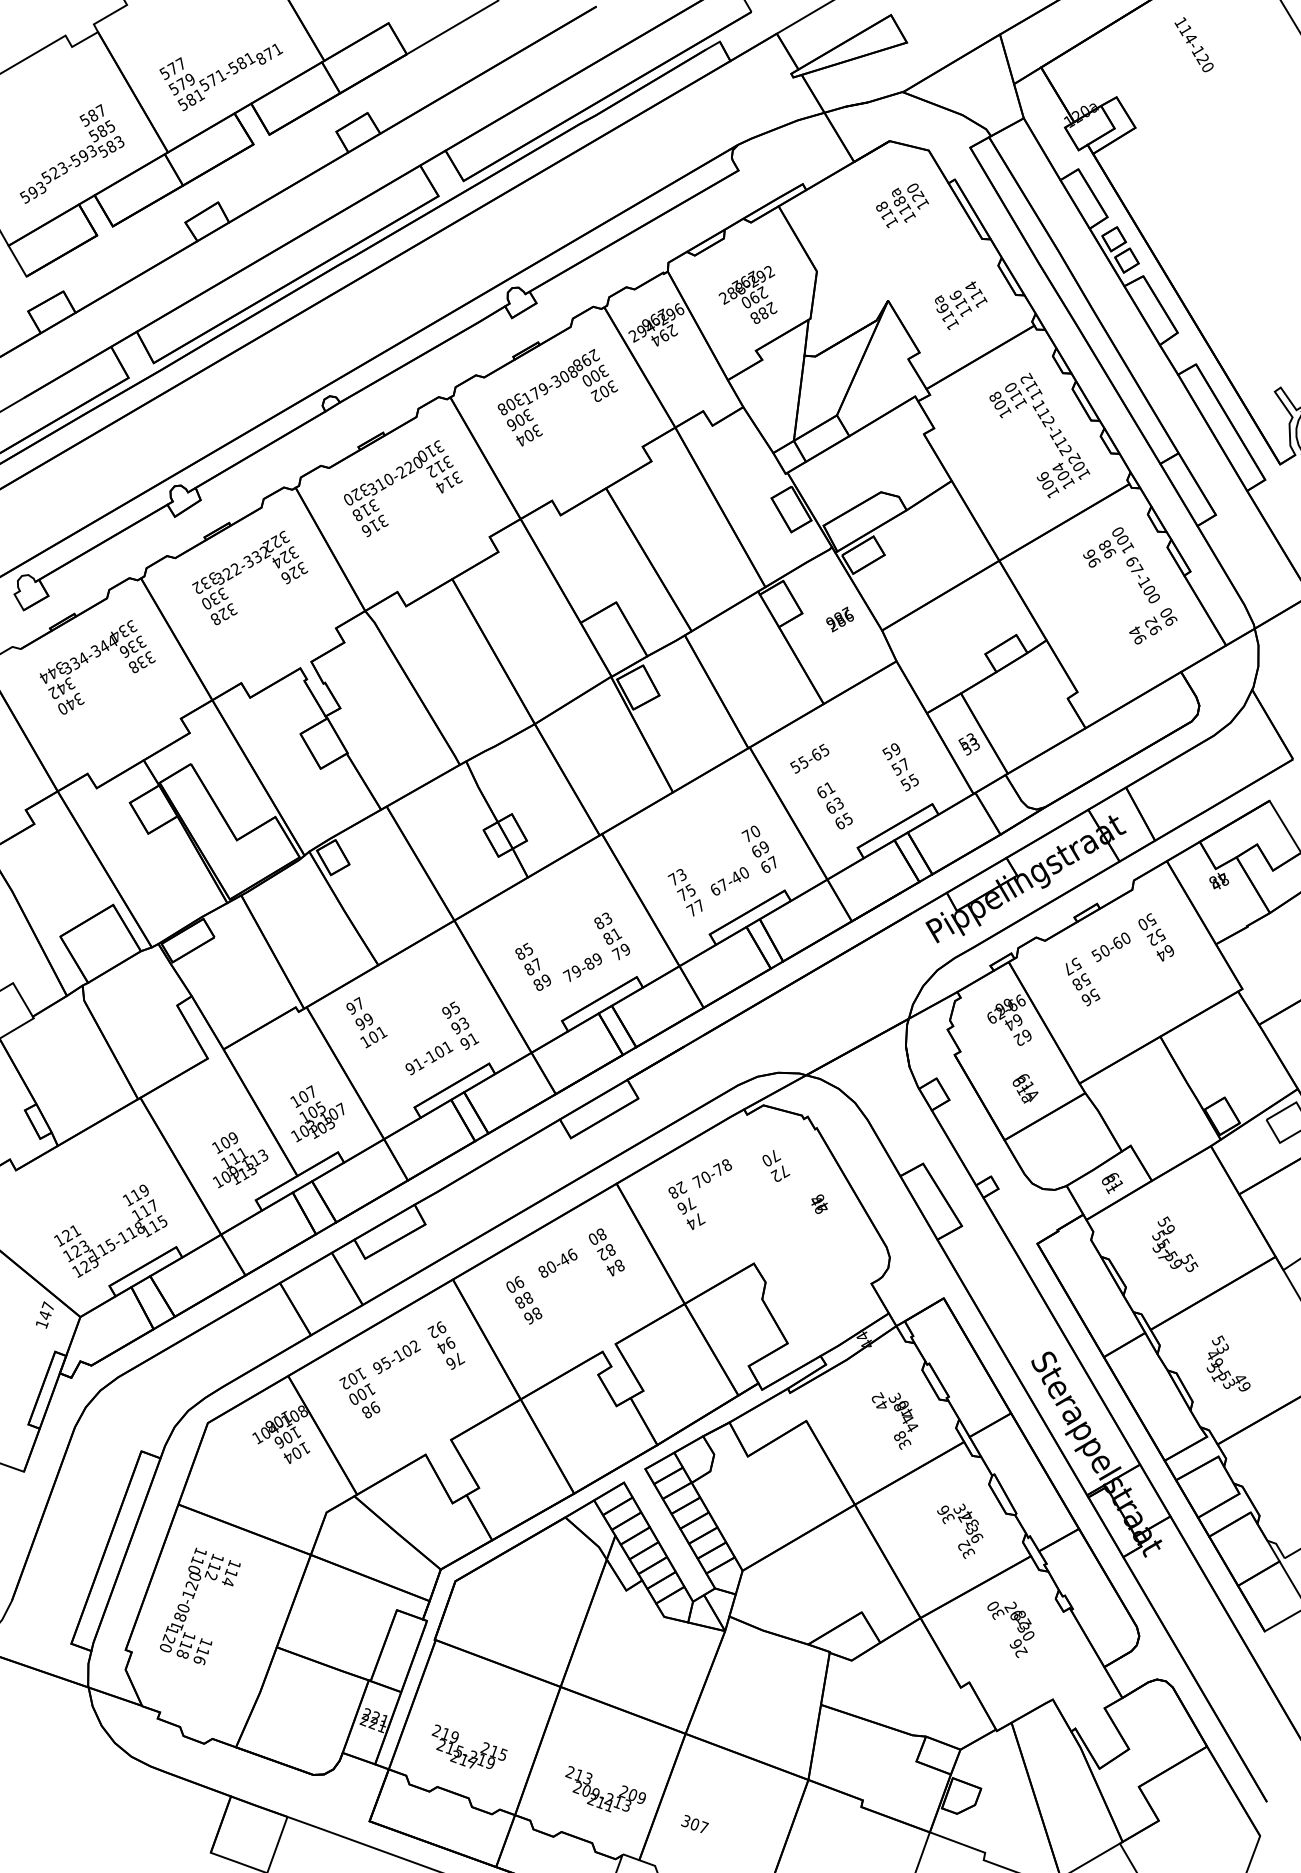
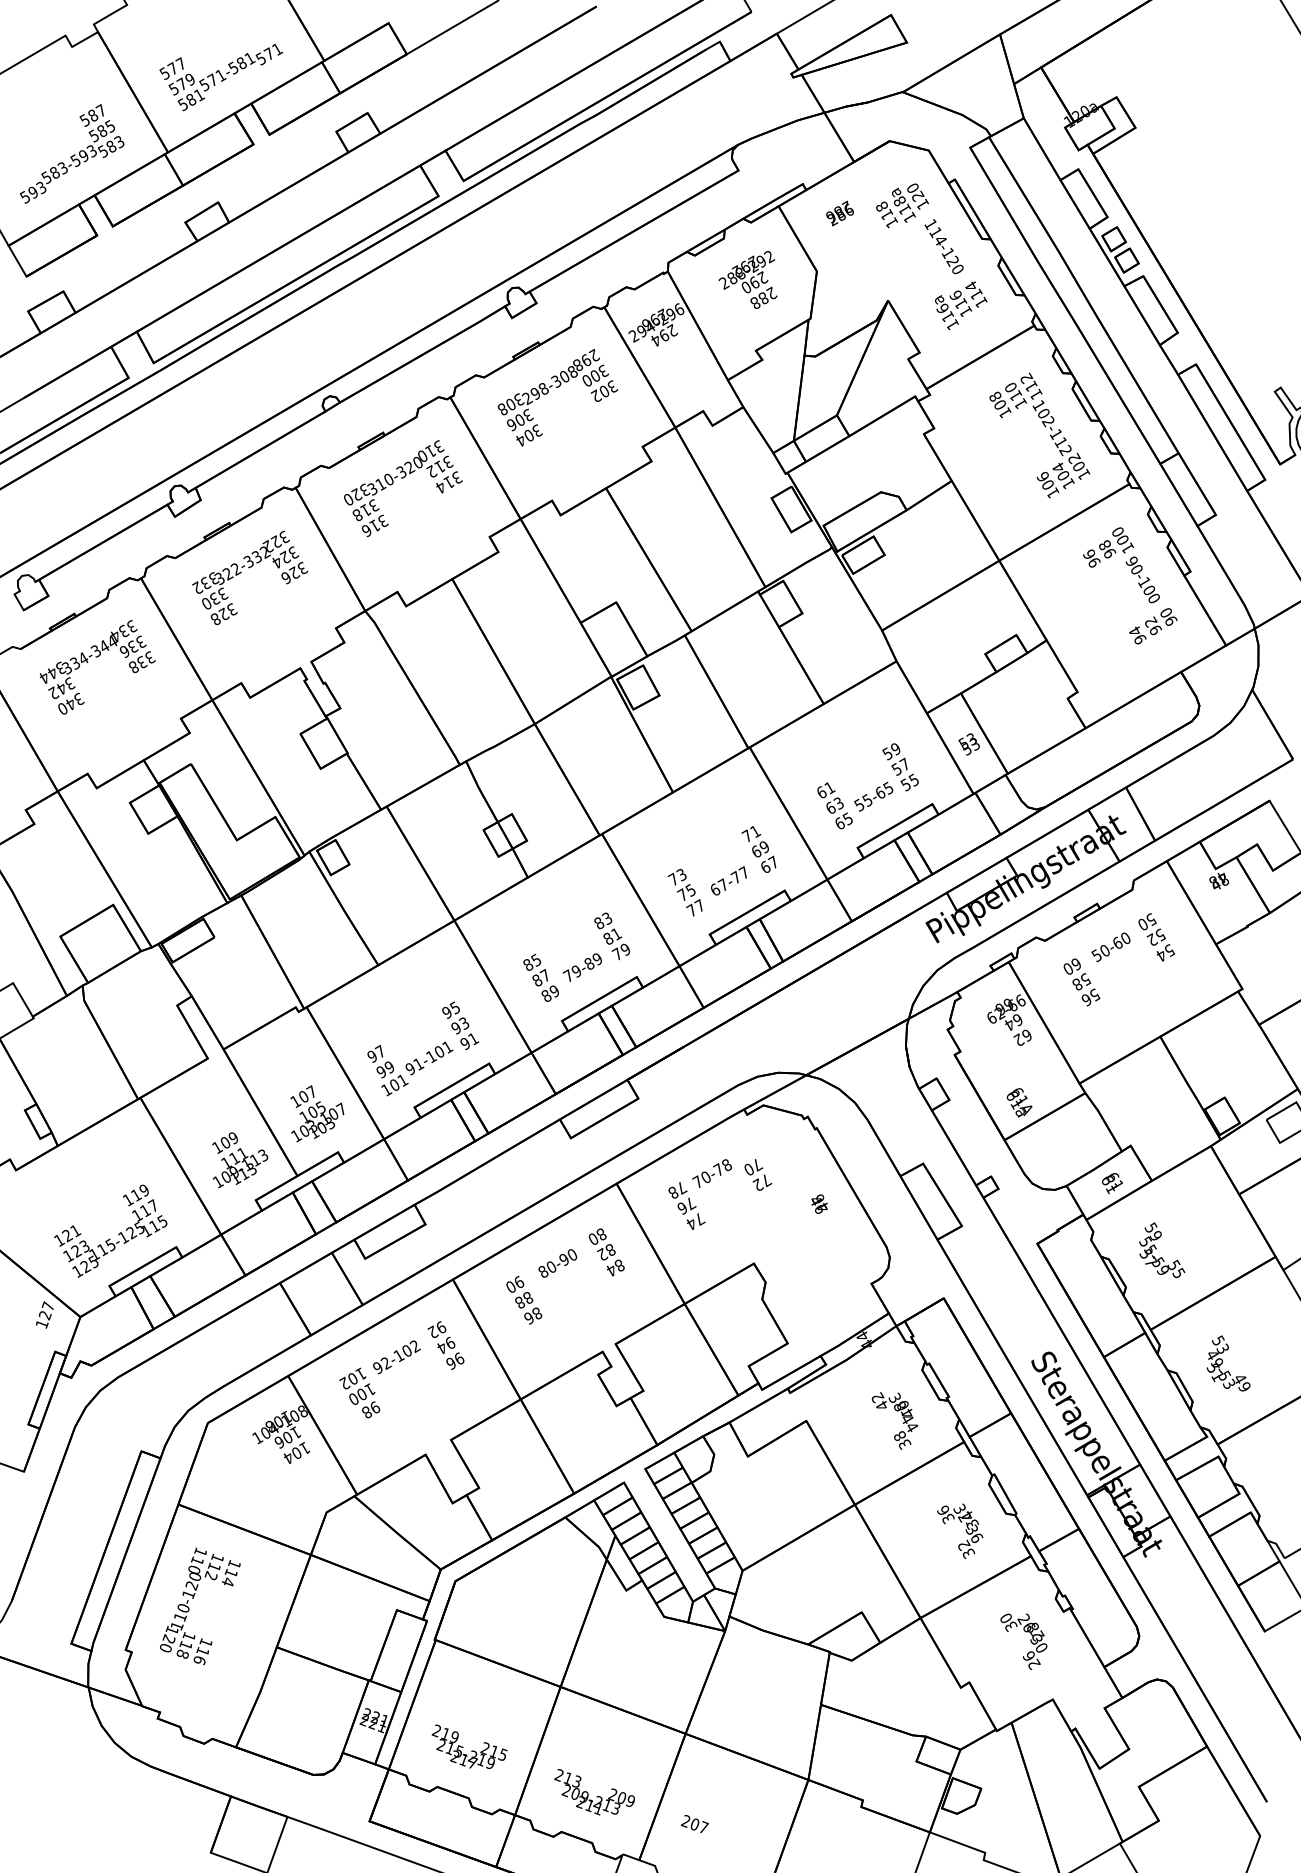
text at (1193, 44) position: (1193, 44) -> (943, 246)
text at (260, 58): 871 -> 571
text at (54, 173): 523-593 -> 583-593
text at (747, 294) position: (747, 294) -> (747, 279)
text at (534, 394): 179-308 -> 298-308
text at (1043, 413): 112-112 -> 102-112
text at (401, 472): 310-220 -> 310-320
text at (1134, 565): 67-100 -> 90-100
text at (839, 619) position: (839, 619) -> (839, 213)
text at (809, 758) position: (809, 758) -> (873, 796)
text at (755, 831): 70 -> 71
text at (739, 874): 67-40 -> 67-77
text at (1169, 950): 64 -> 54
text at (532, 966) position: (532, 966) -> (540, 977)
text at (1072, 966): 57 -> 60
text at (366, 1022) position: (366, 1022) -> (387, 1070)
text at (1025, 1088) position: (1025, 1088) -> (1019, 1102)
text at (776, 1165) position: (776, 1165) -> (758, 1174)
text at (681, 1187): 28 -> 78
text at (135, 1230): 115-118 -> 115-125
text at (1175, 1244) position: (1175, 1244) -> (1162, 1250)
text at (568, 1256): 80-46 -> 80-90
text at (45, 1315): 147 -> 127
text at (460, 1358): 76 -> 96
text at (385, 1362): 95-102 -> 92-102
text at (180, 1616): 180-120 -> 110-120
text at (1010, 1629) position: (1010, 1629) -> (1023, 1641)
text at (605, 1789) position: (605, 1789) -> (594, 1792)
text at (685, 1820): 307 -> 207
